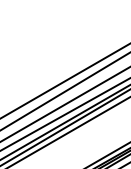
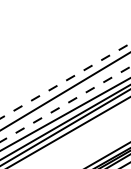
line at (65, 81): solid -> dashed
line at (65, 104): solid -> dashed
